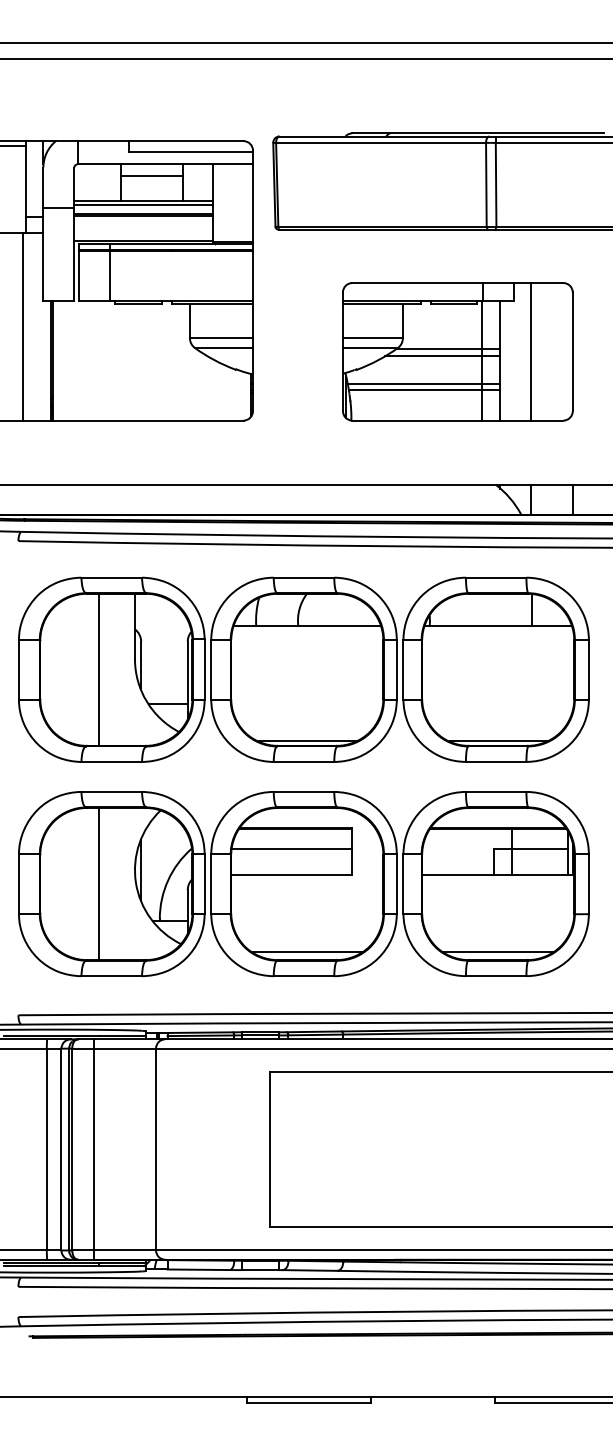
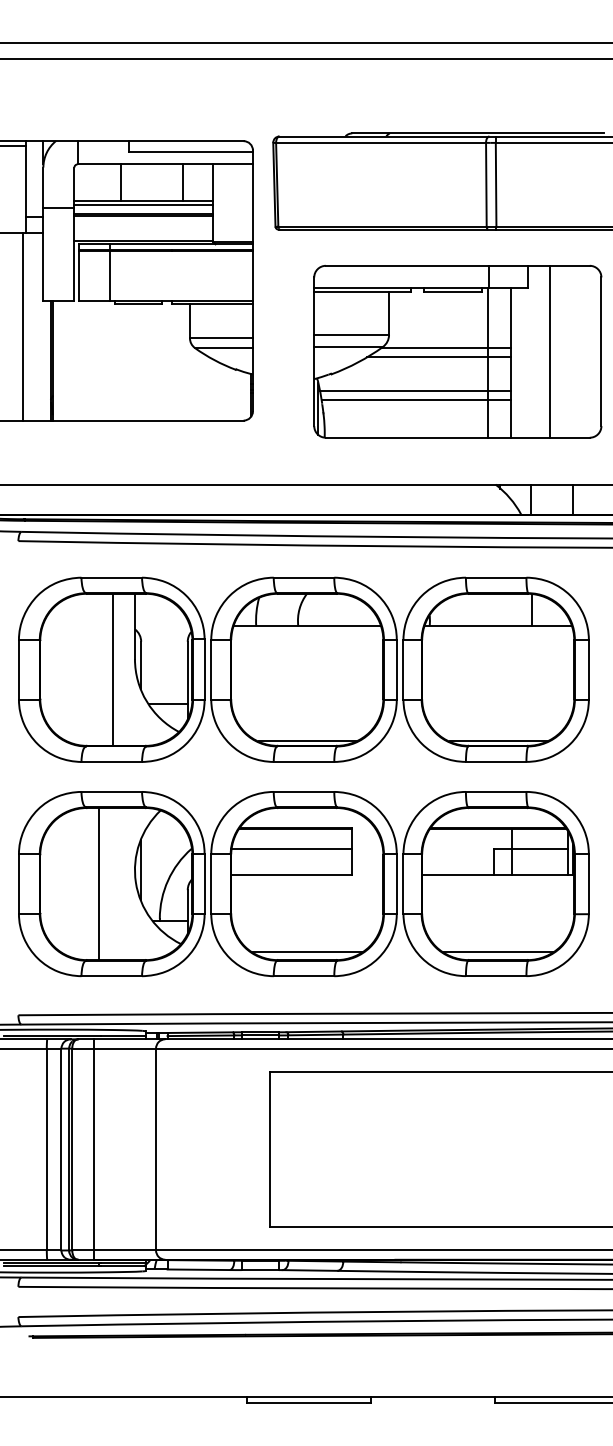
line at (152, 175): present -> none
part at (457, 351) size: 232x140 px -> 290x174 px
line at (98, 669) position: (98, 669) -> (112, 669)
